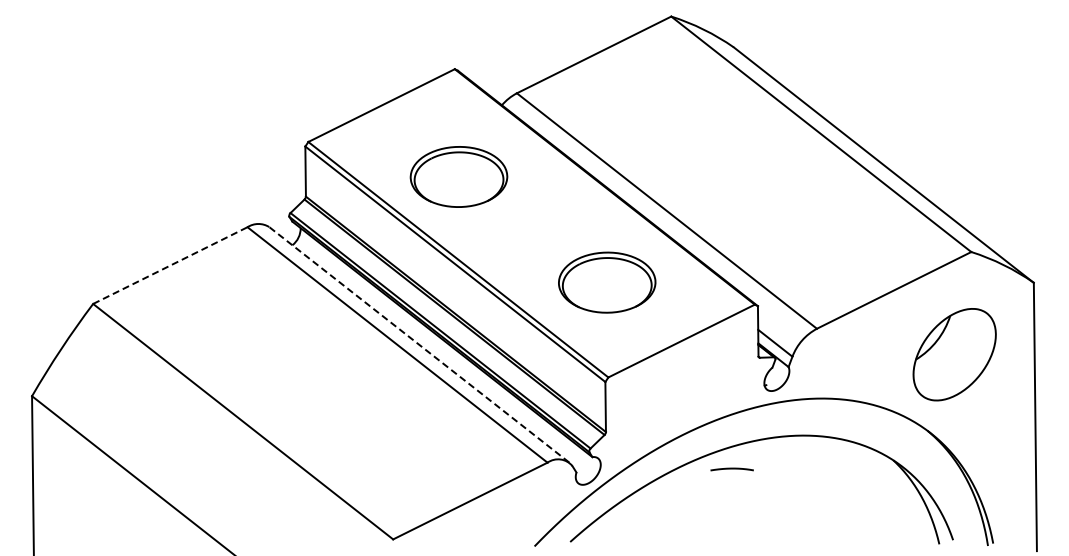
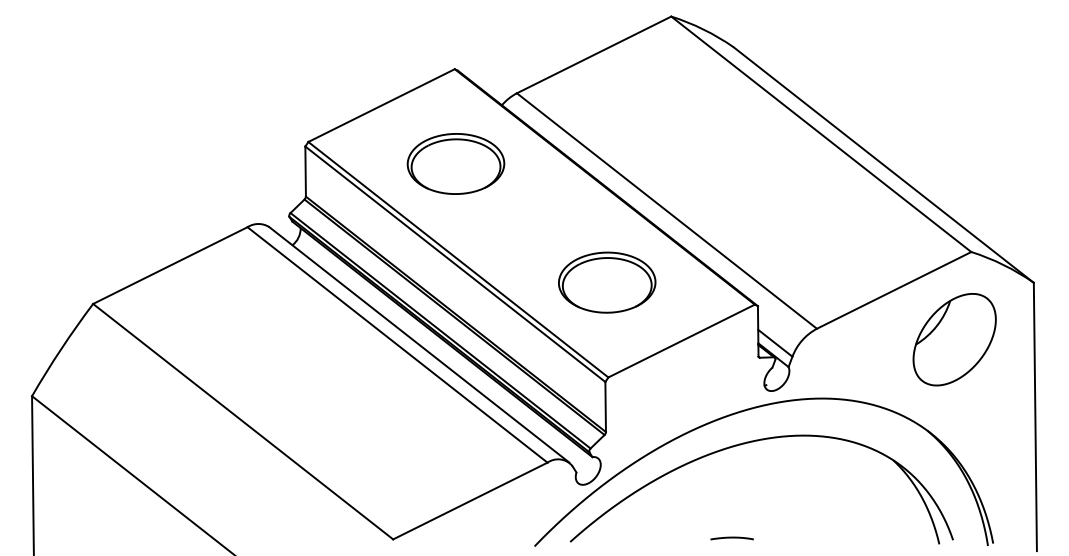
part at (458, 176) position: (458, 176) -> (455, 163)
line at (170, 265): dashed -> solid
line at (419, 344): dashed -> solid
part at (954, 354) position: (954, 354) -> (954, 339)
curve at (731, 469) position: (731, 469) -> (731, 538)
